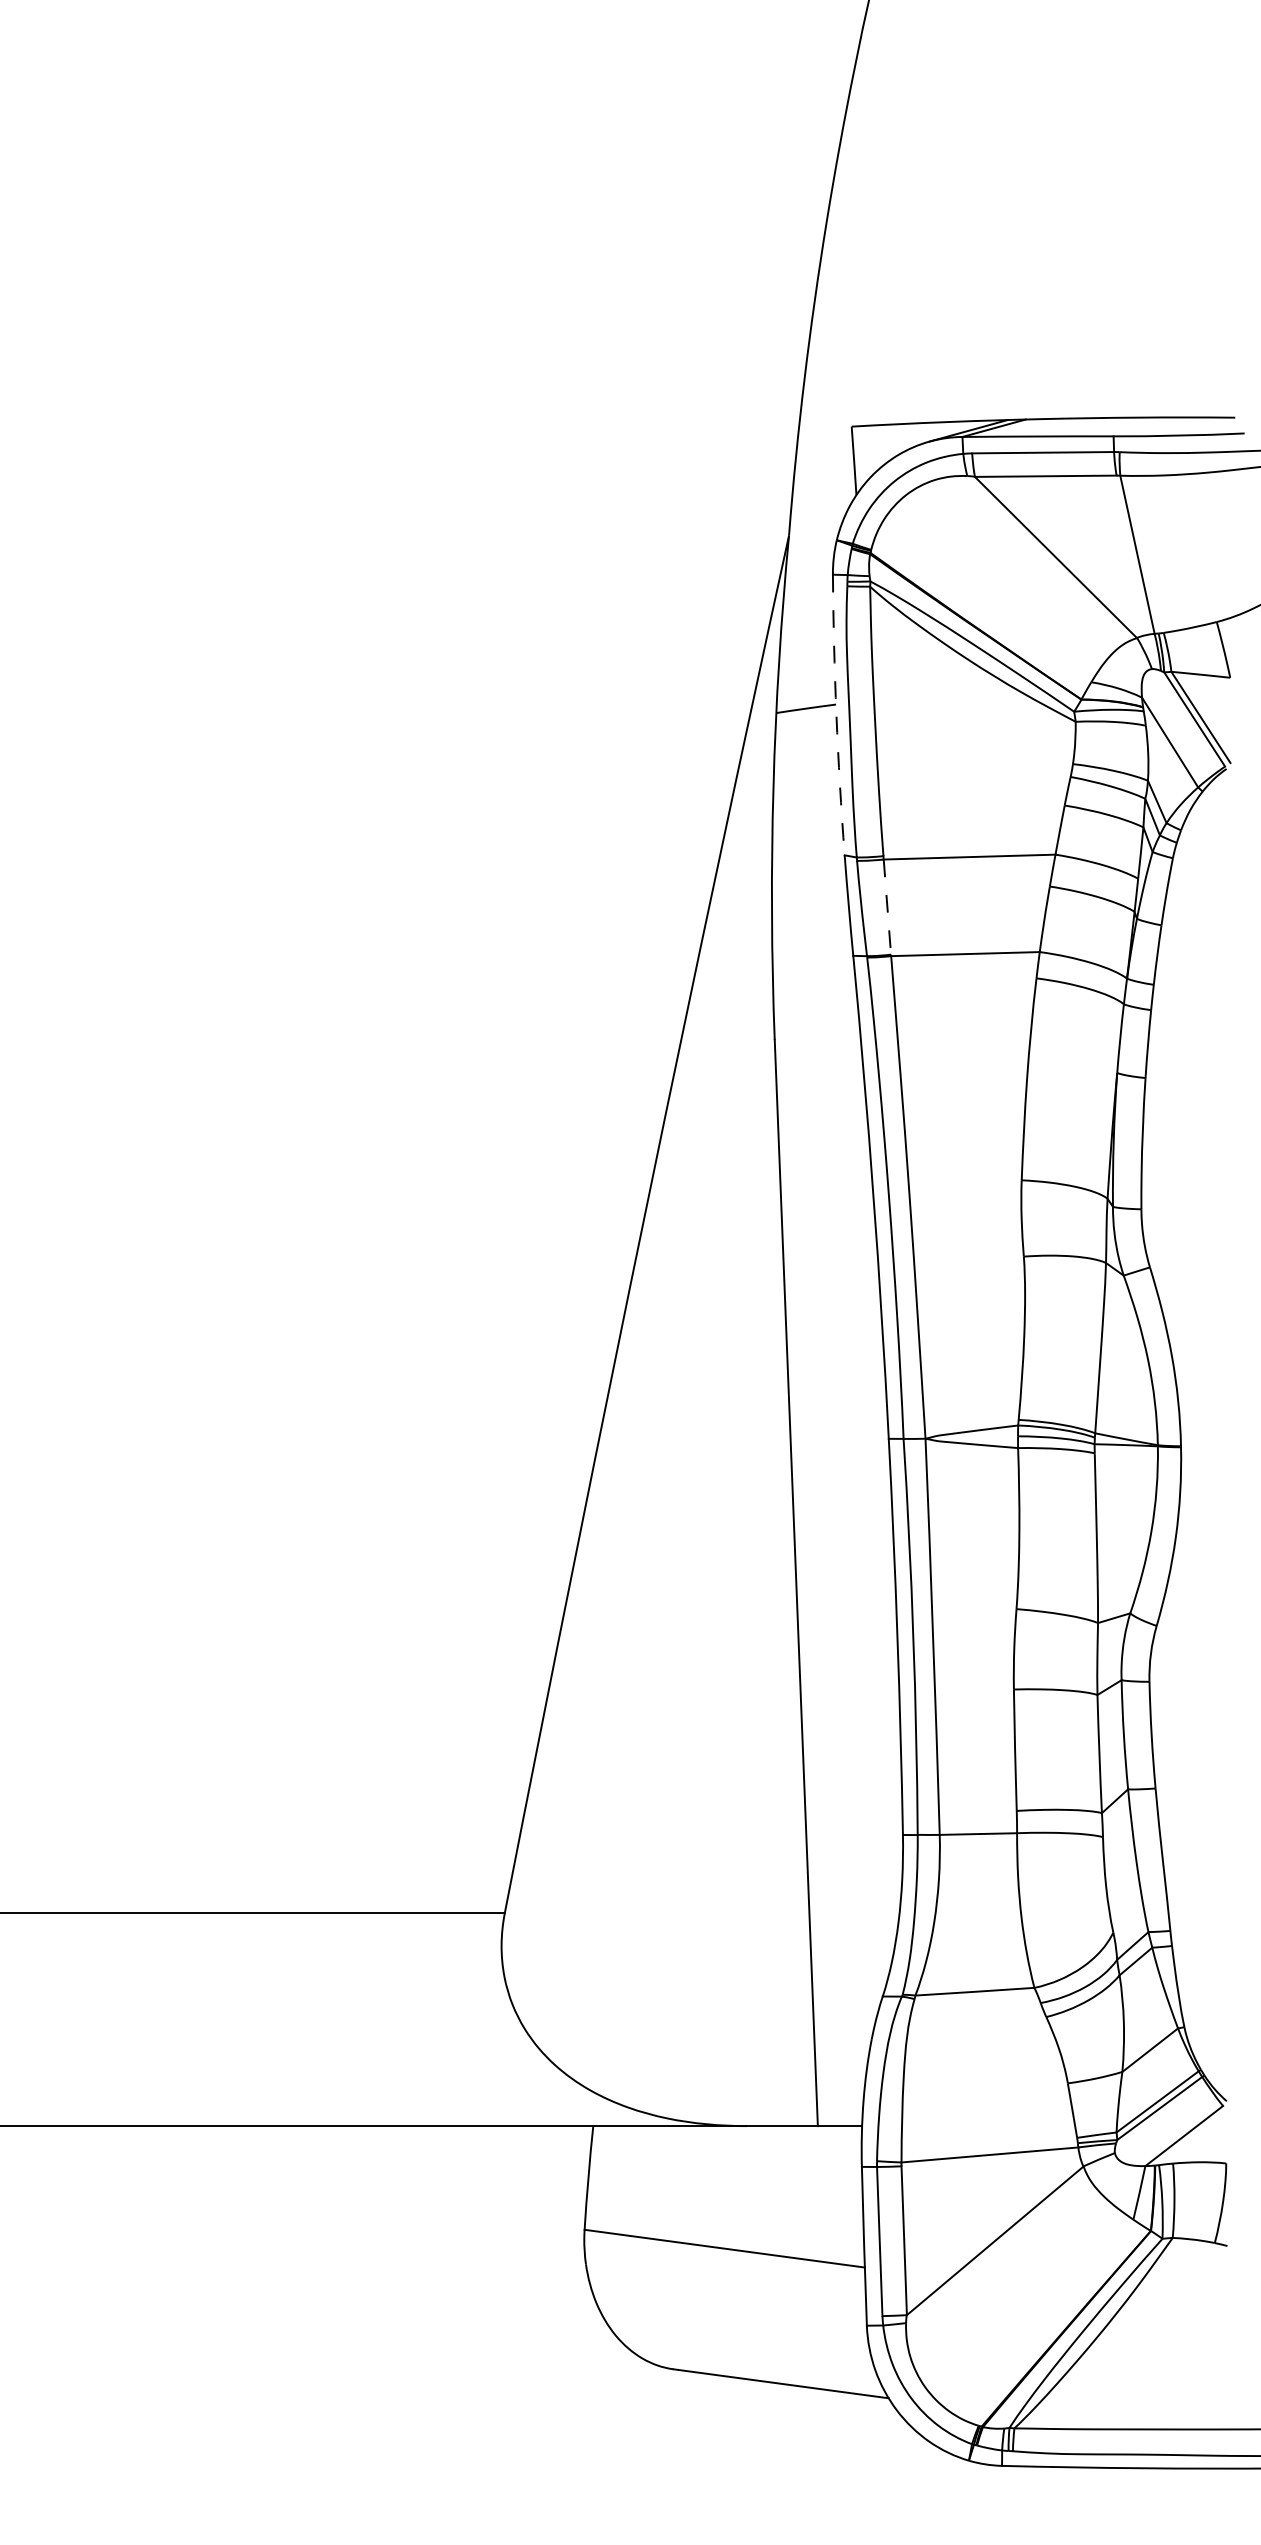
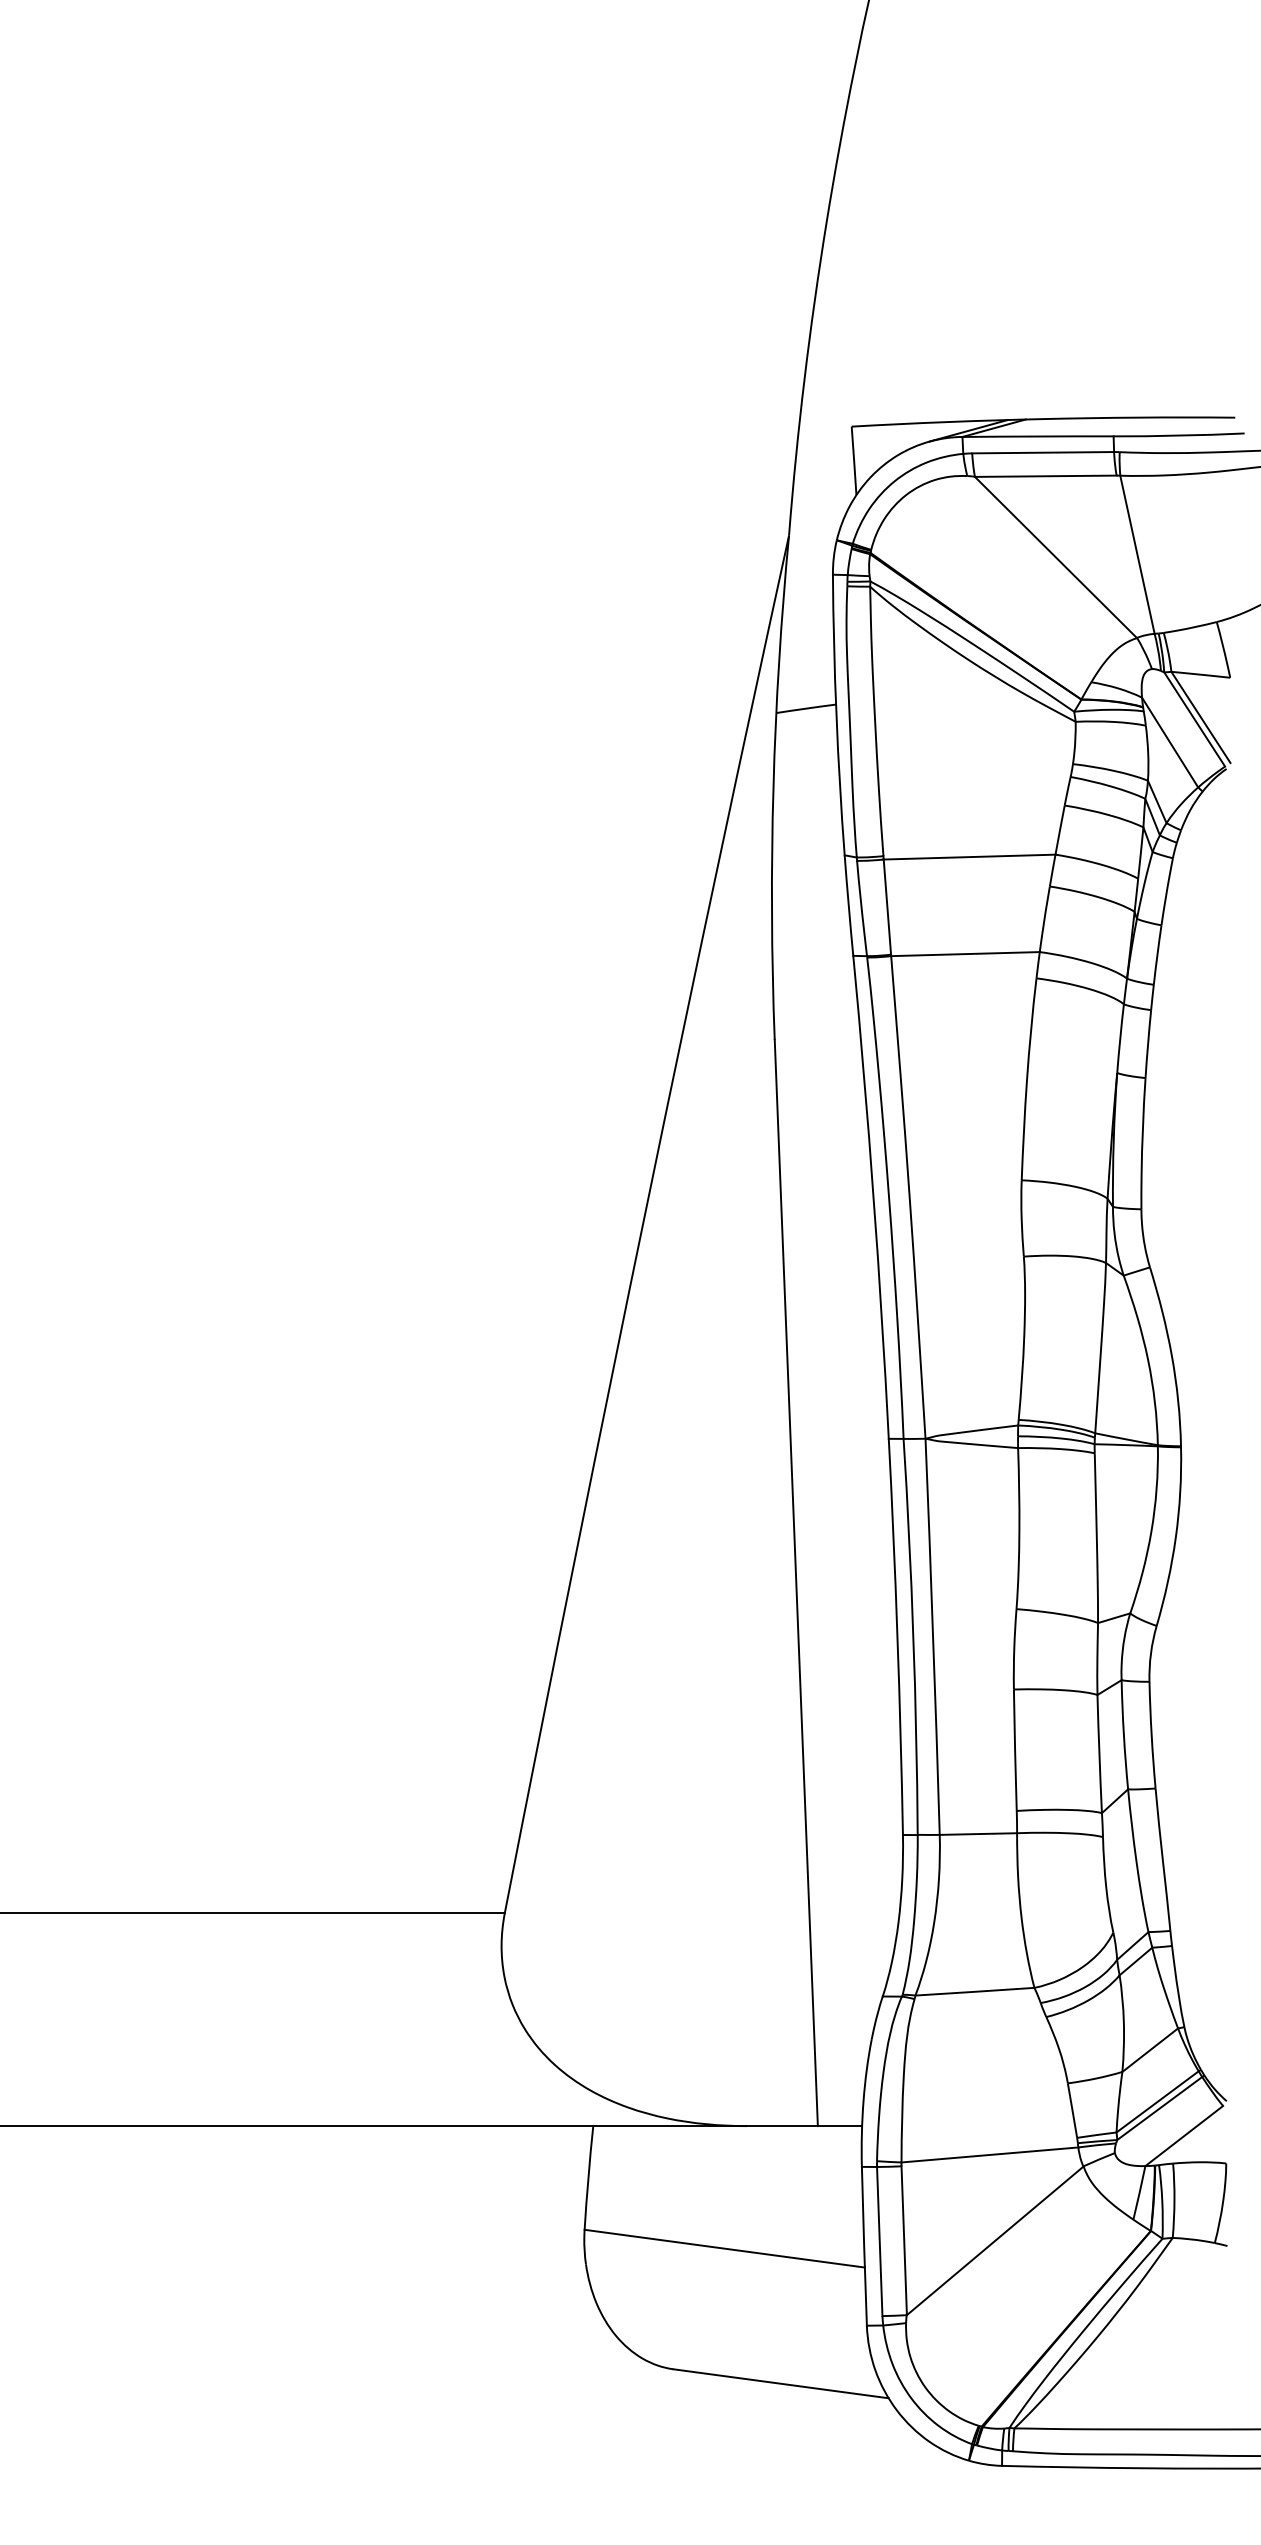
arc at (836, 715): dashed -> solid
line at (887, 907): dashed -> solid
